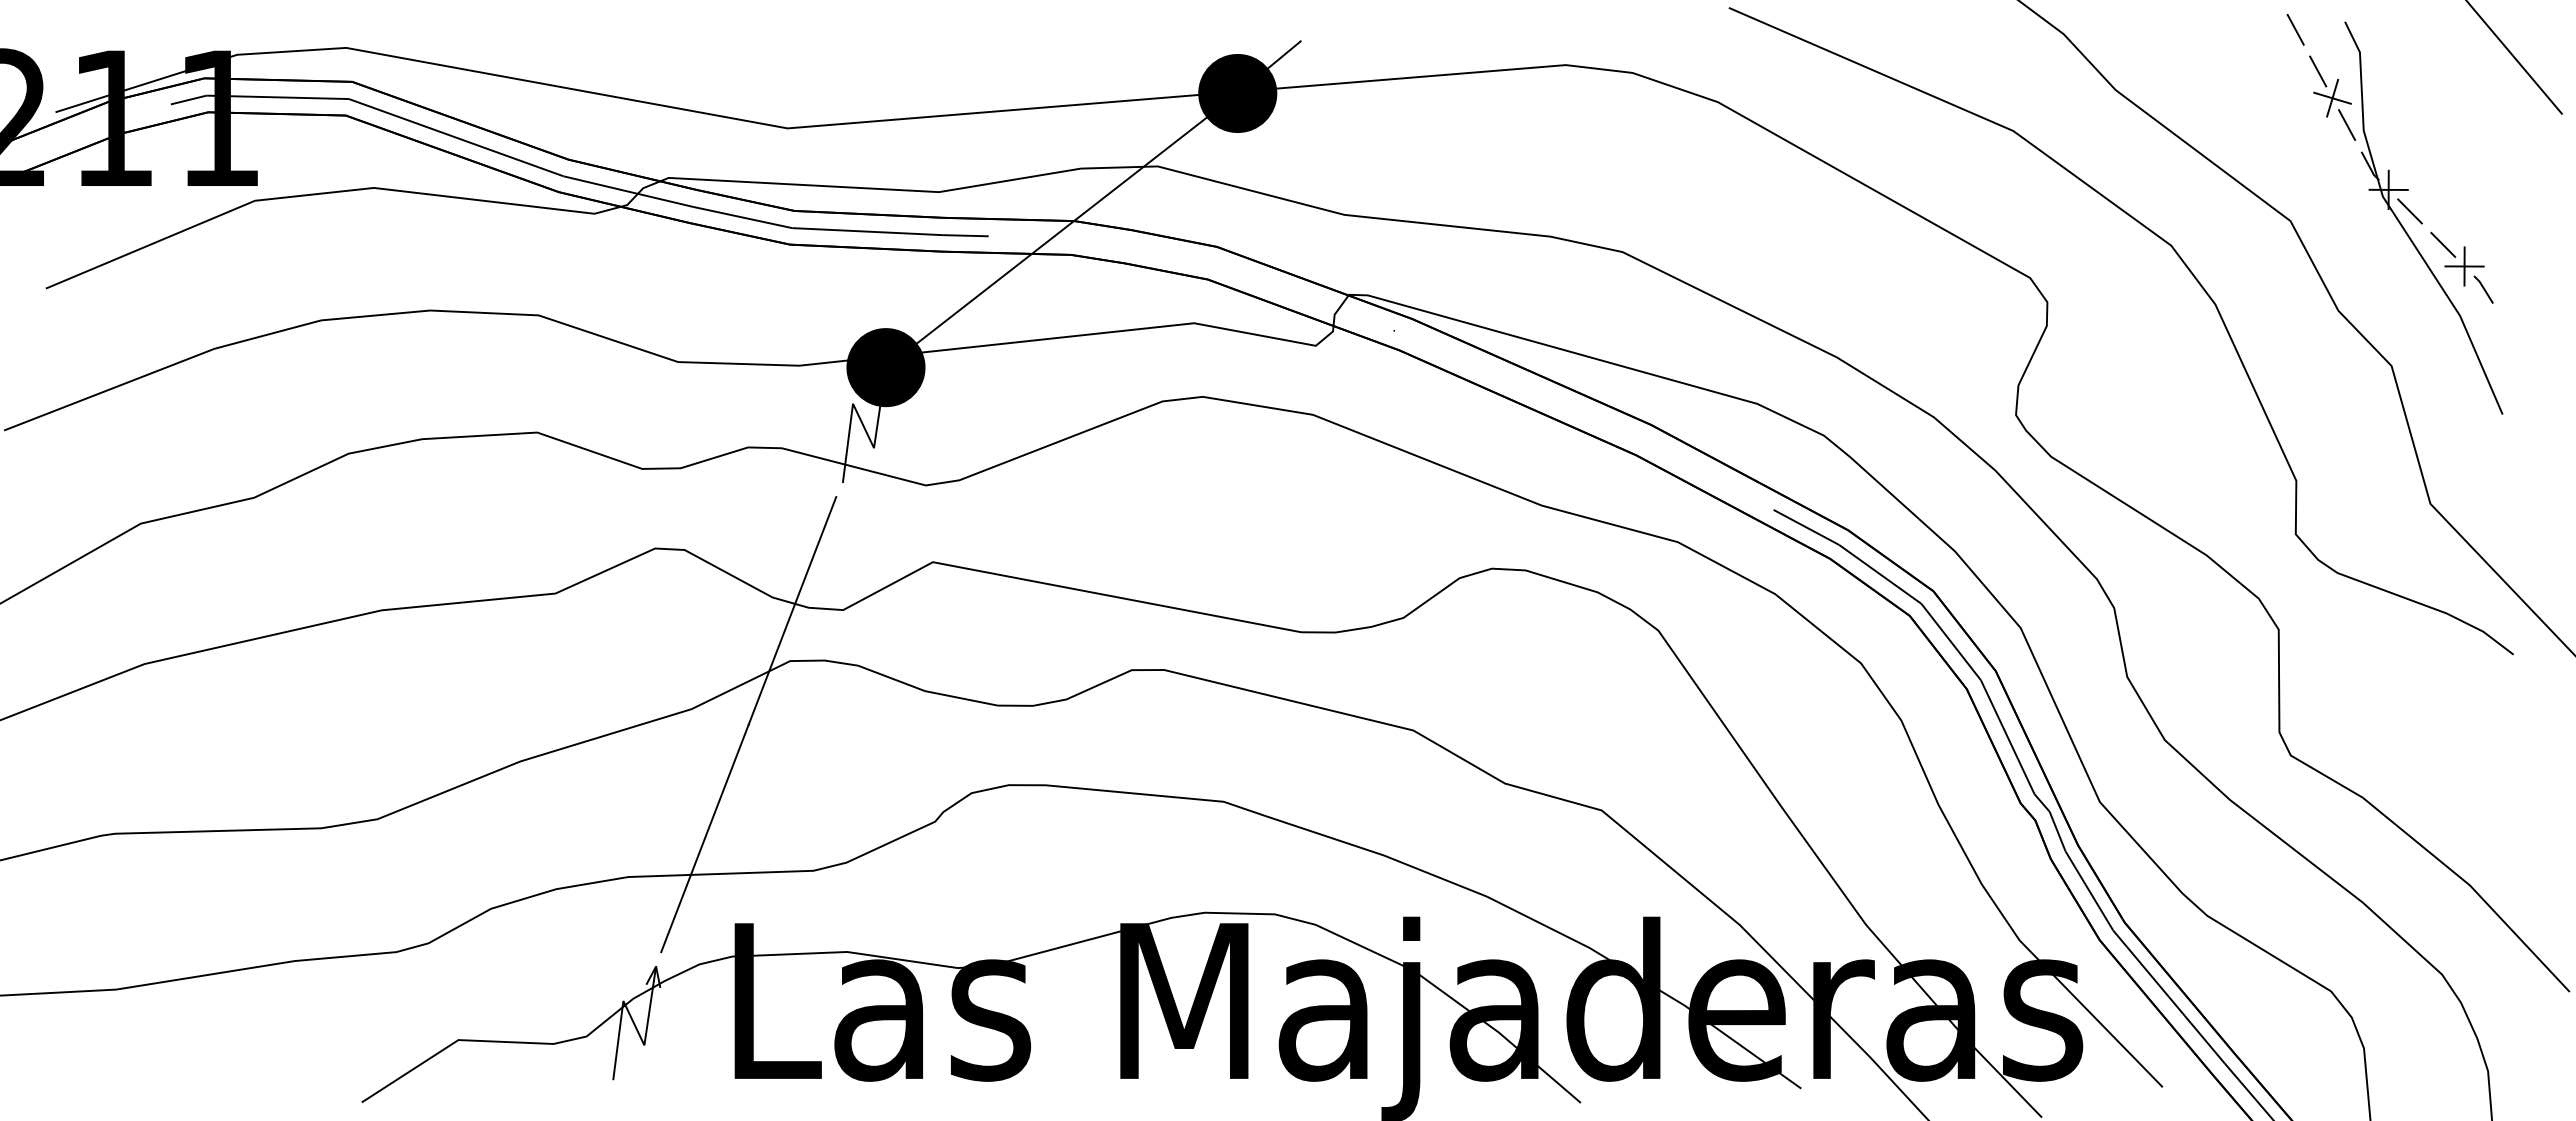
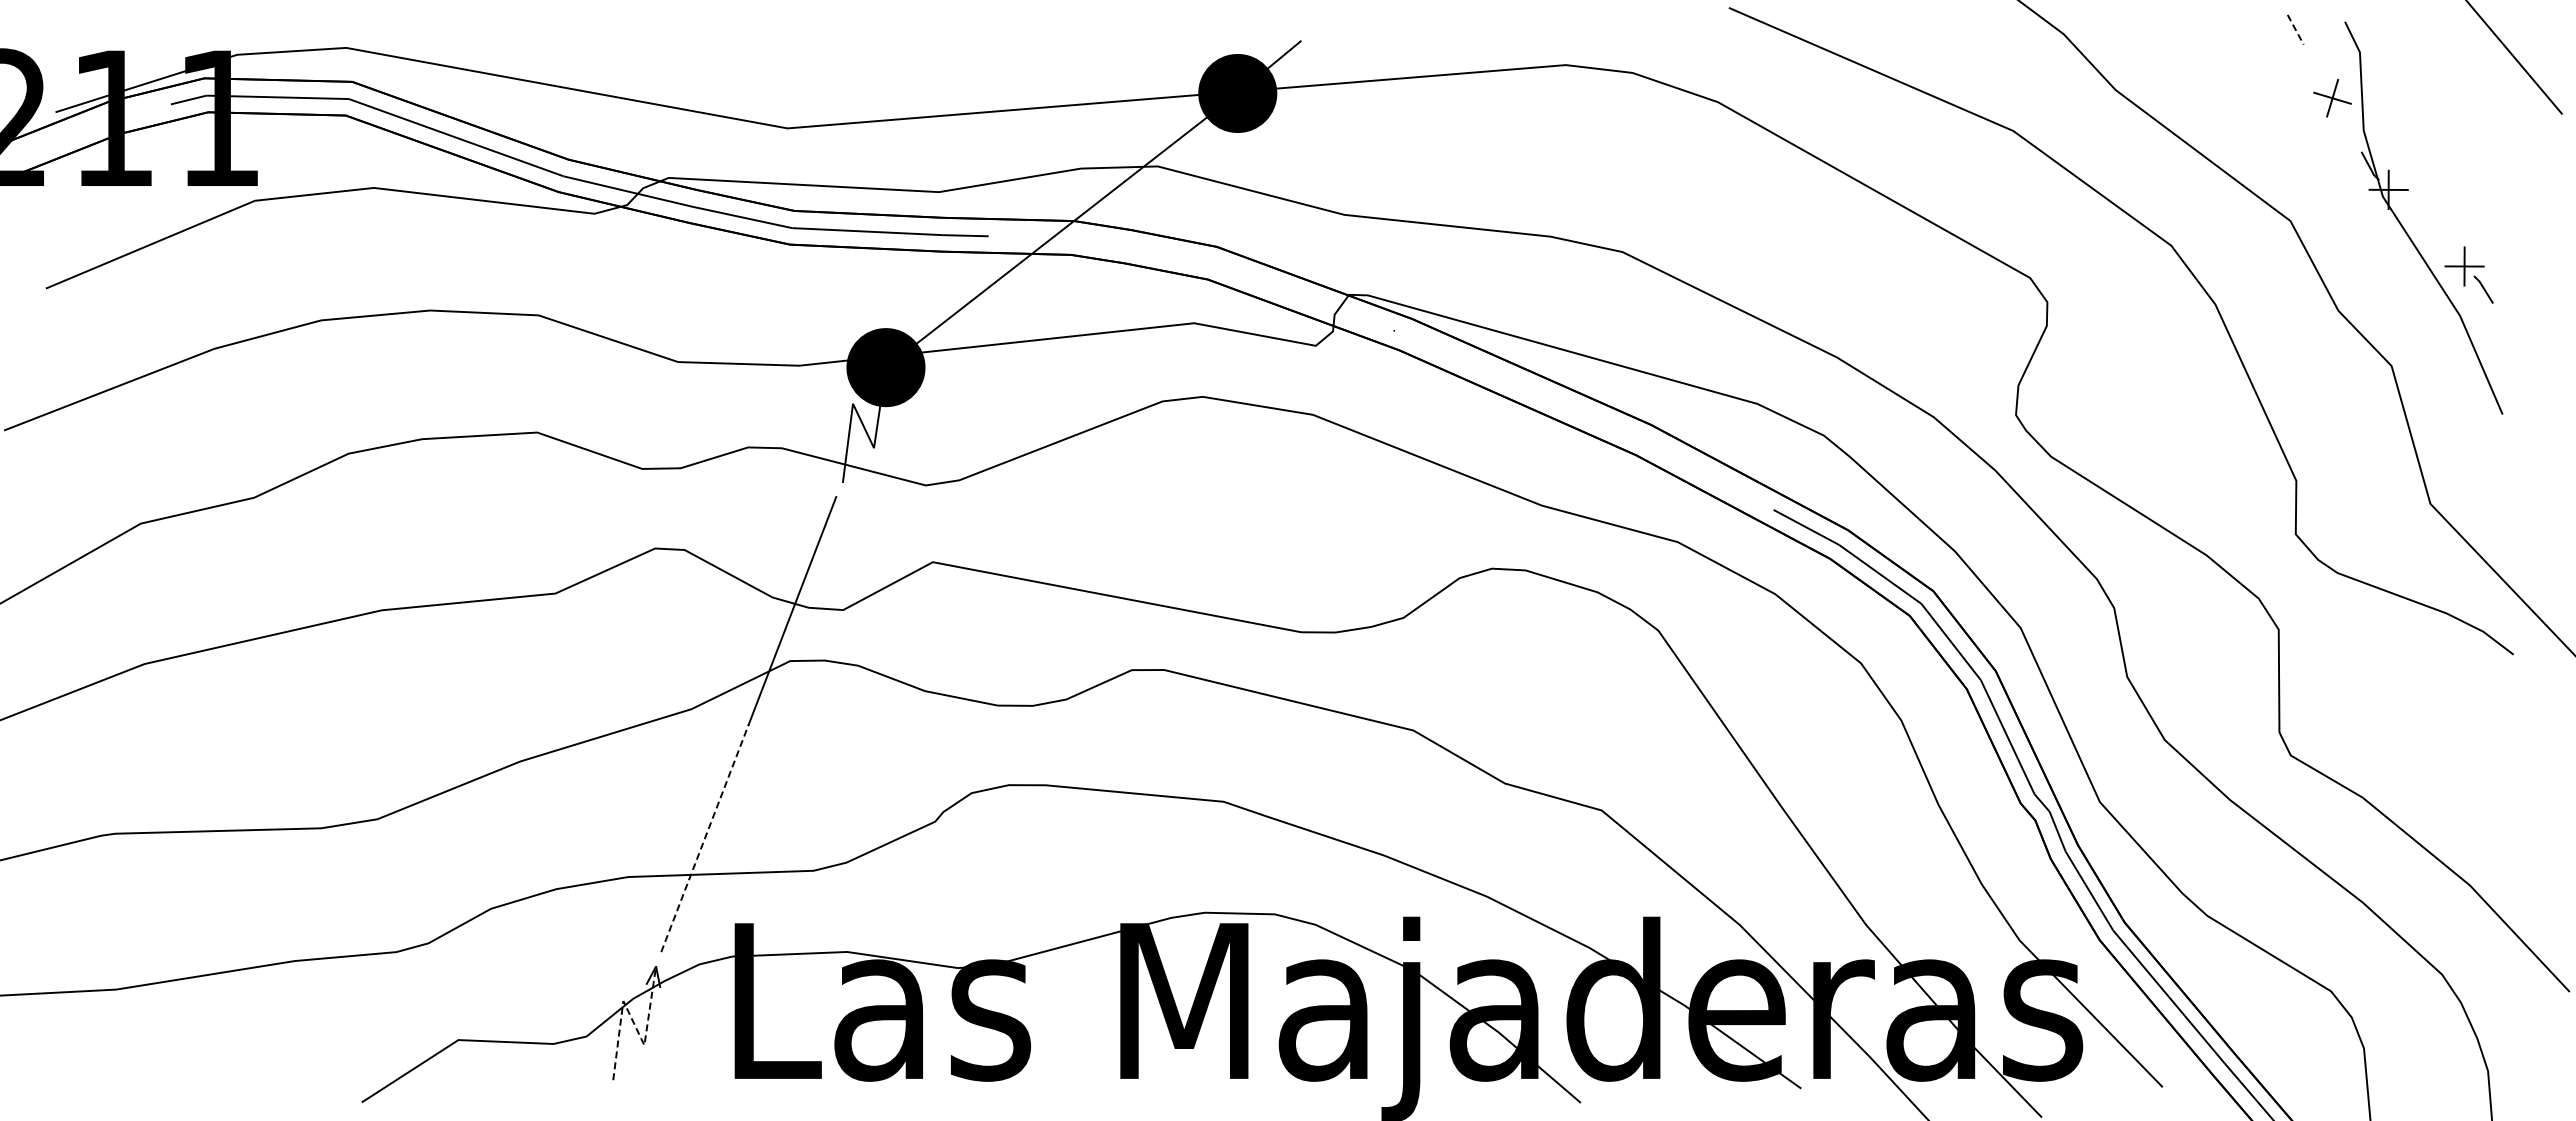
line at (2295, 29): solid -> dashed
line at (2318, 71): present -> none
line at (2347, 124): present -> none
line at (2409, 211): present -> none
line at (2443, 244): present -> none
line at (705, 838): solid -> dashed
line at (633, 1023): solid -> dashed
